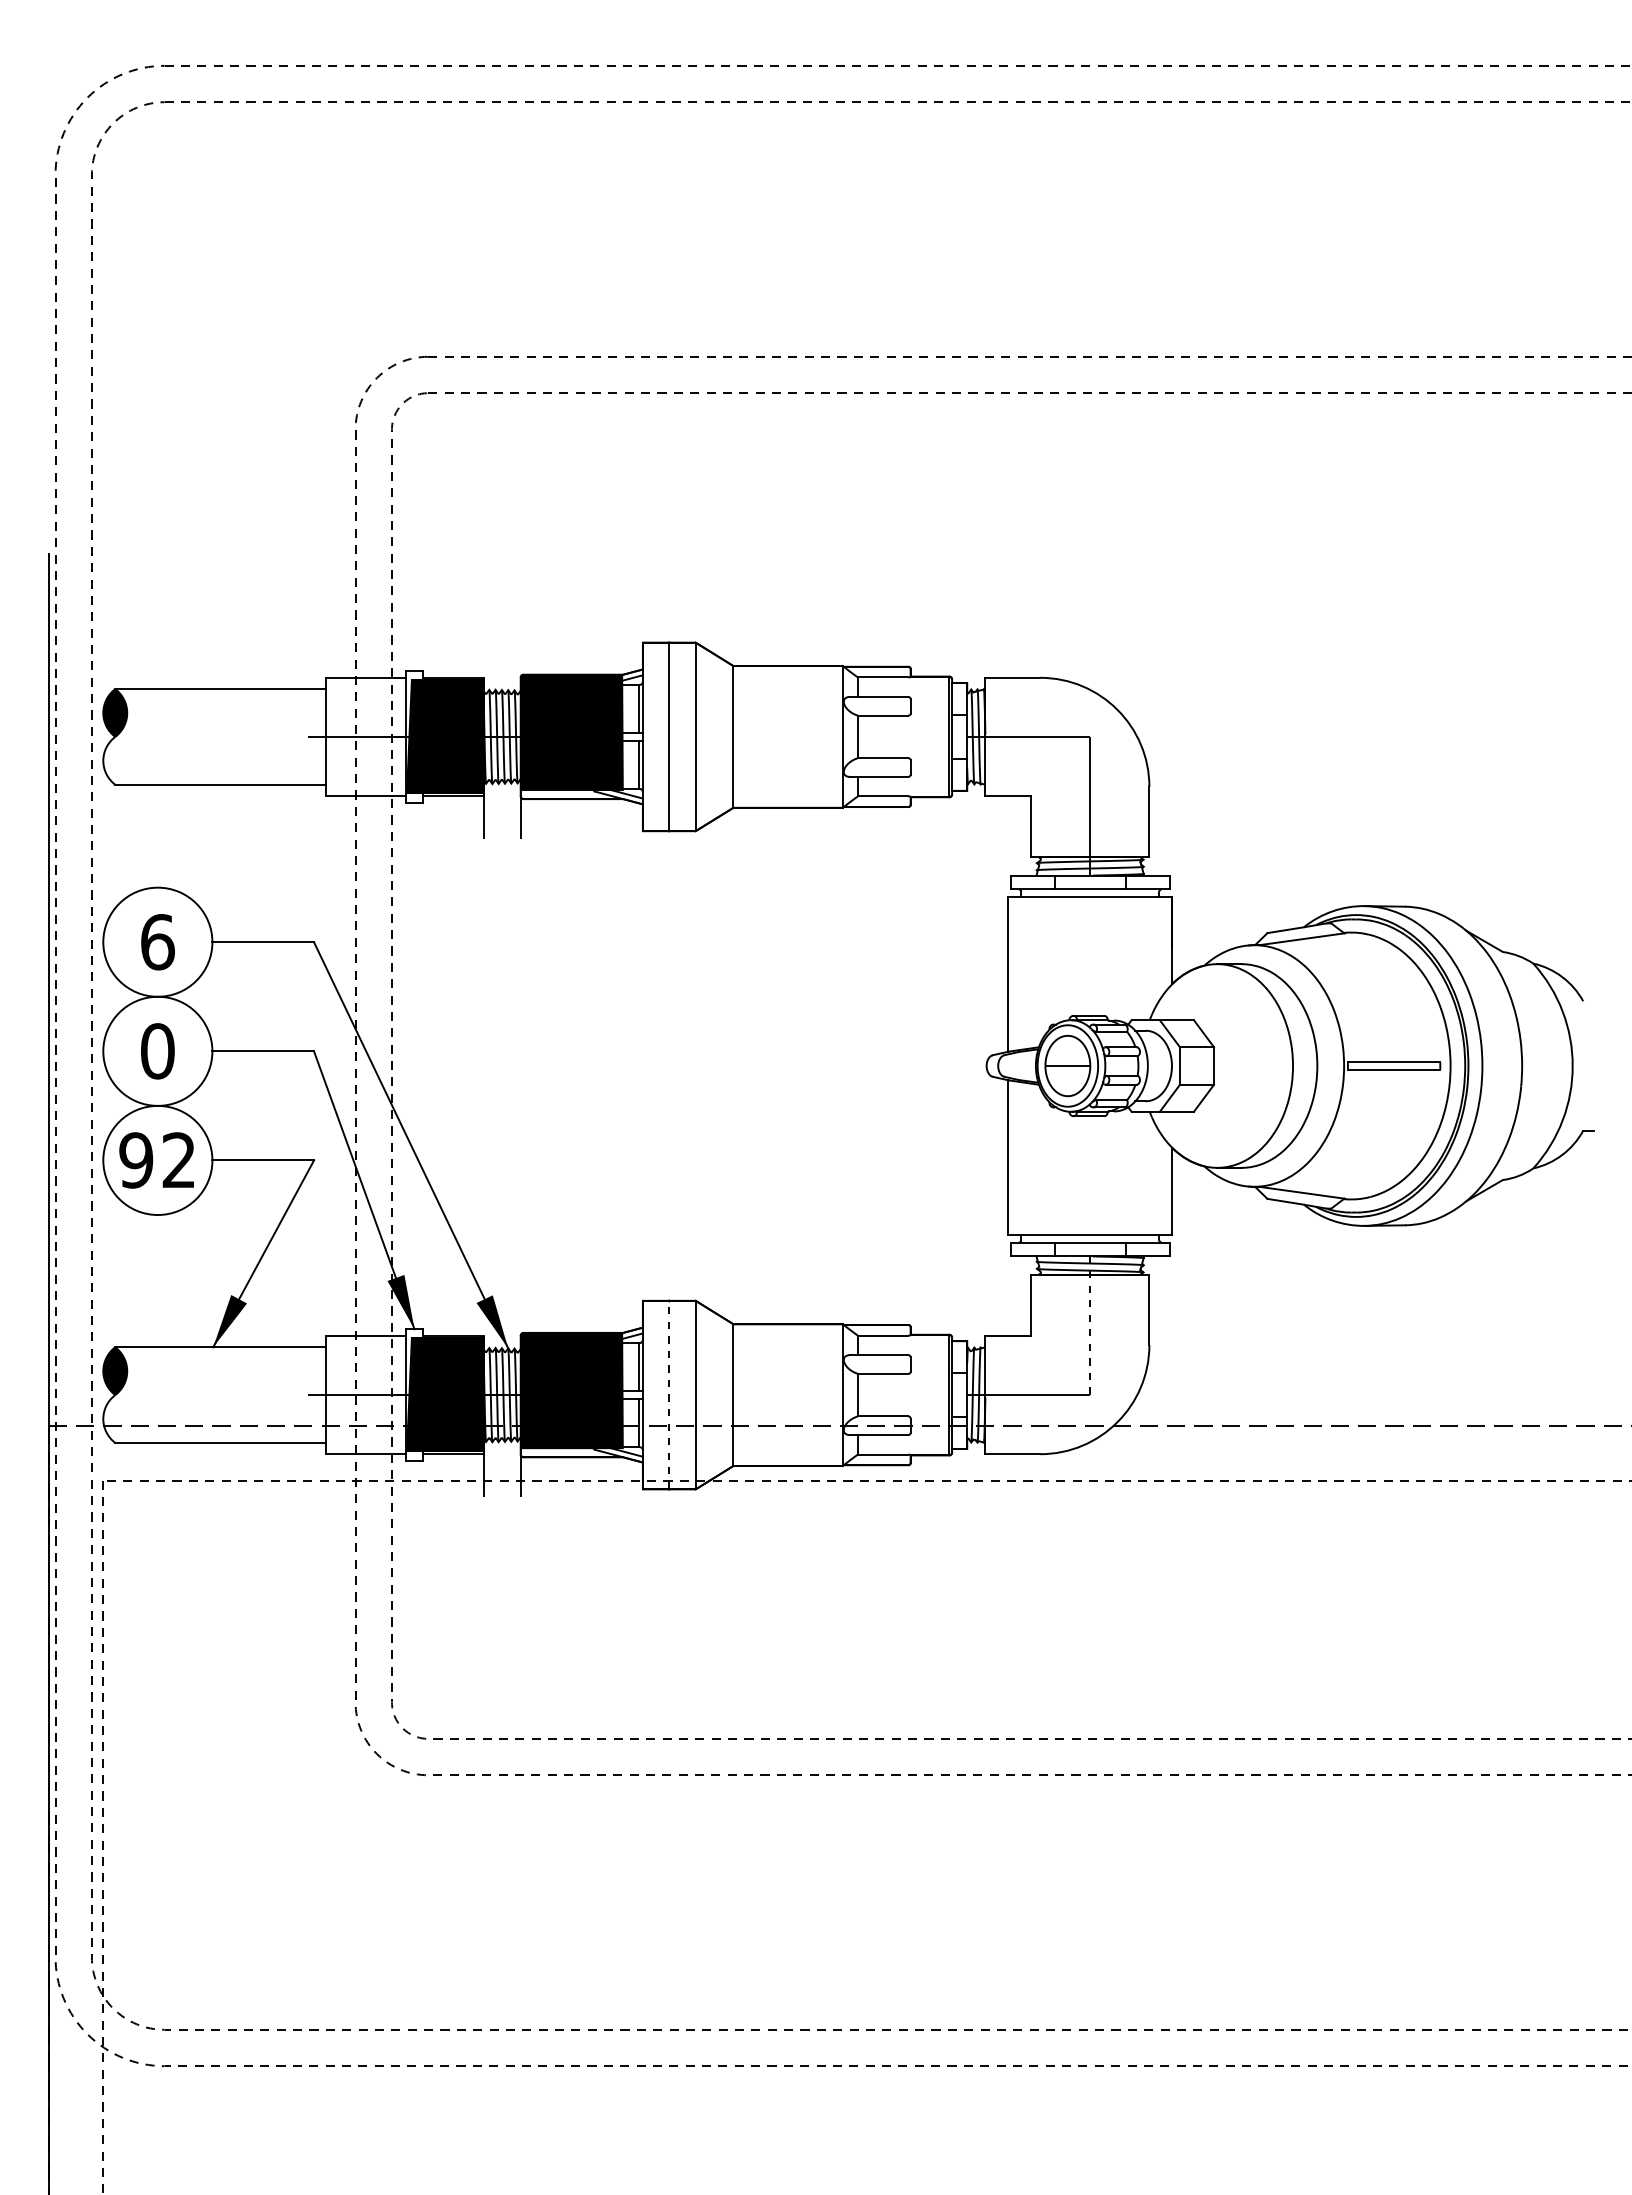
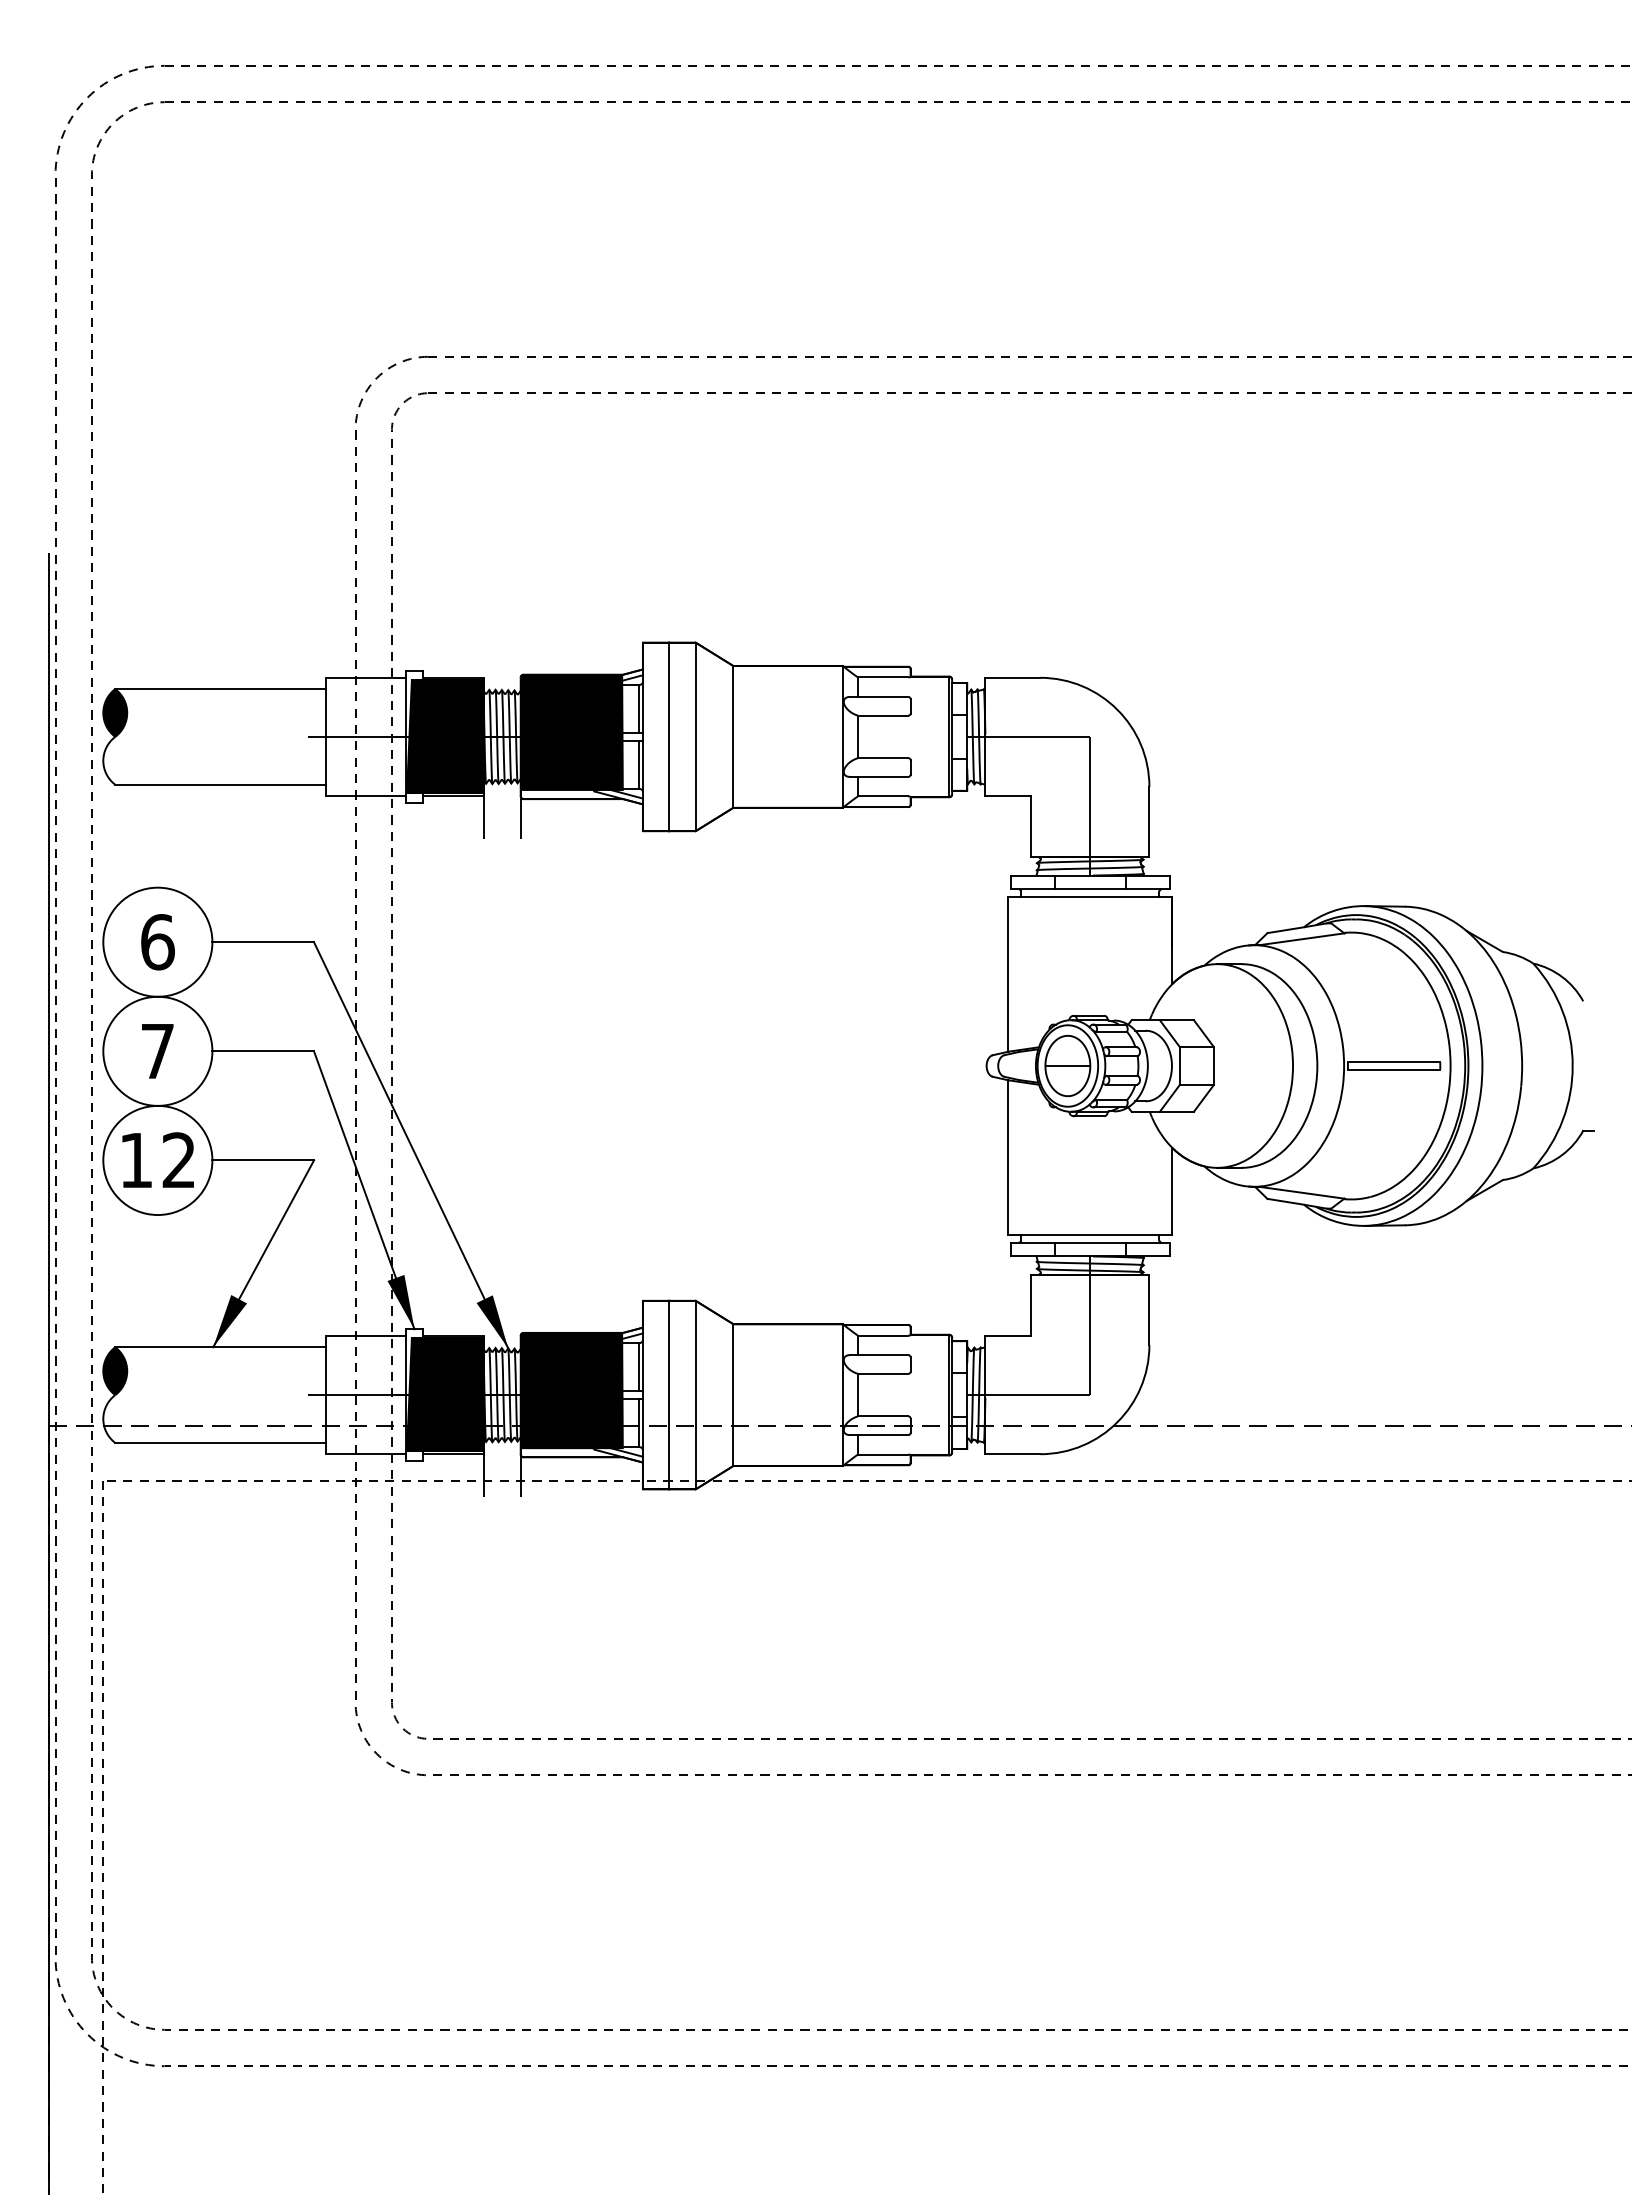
text at (157, 1051): 0 -> 7
text at (136, 1160): 92 -> 12
line at (1090, 1326): dashed -> solid
line at (669, 1395): dashed -> solid
